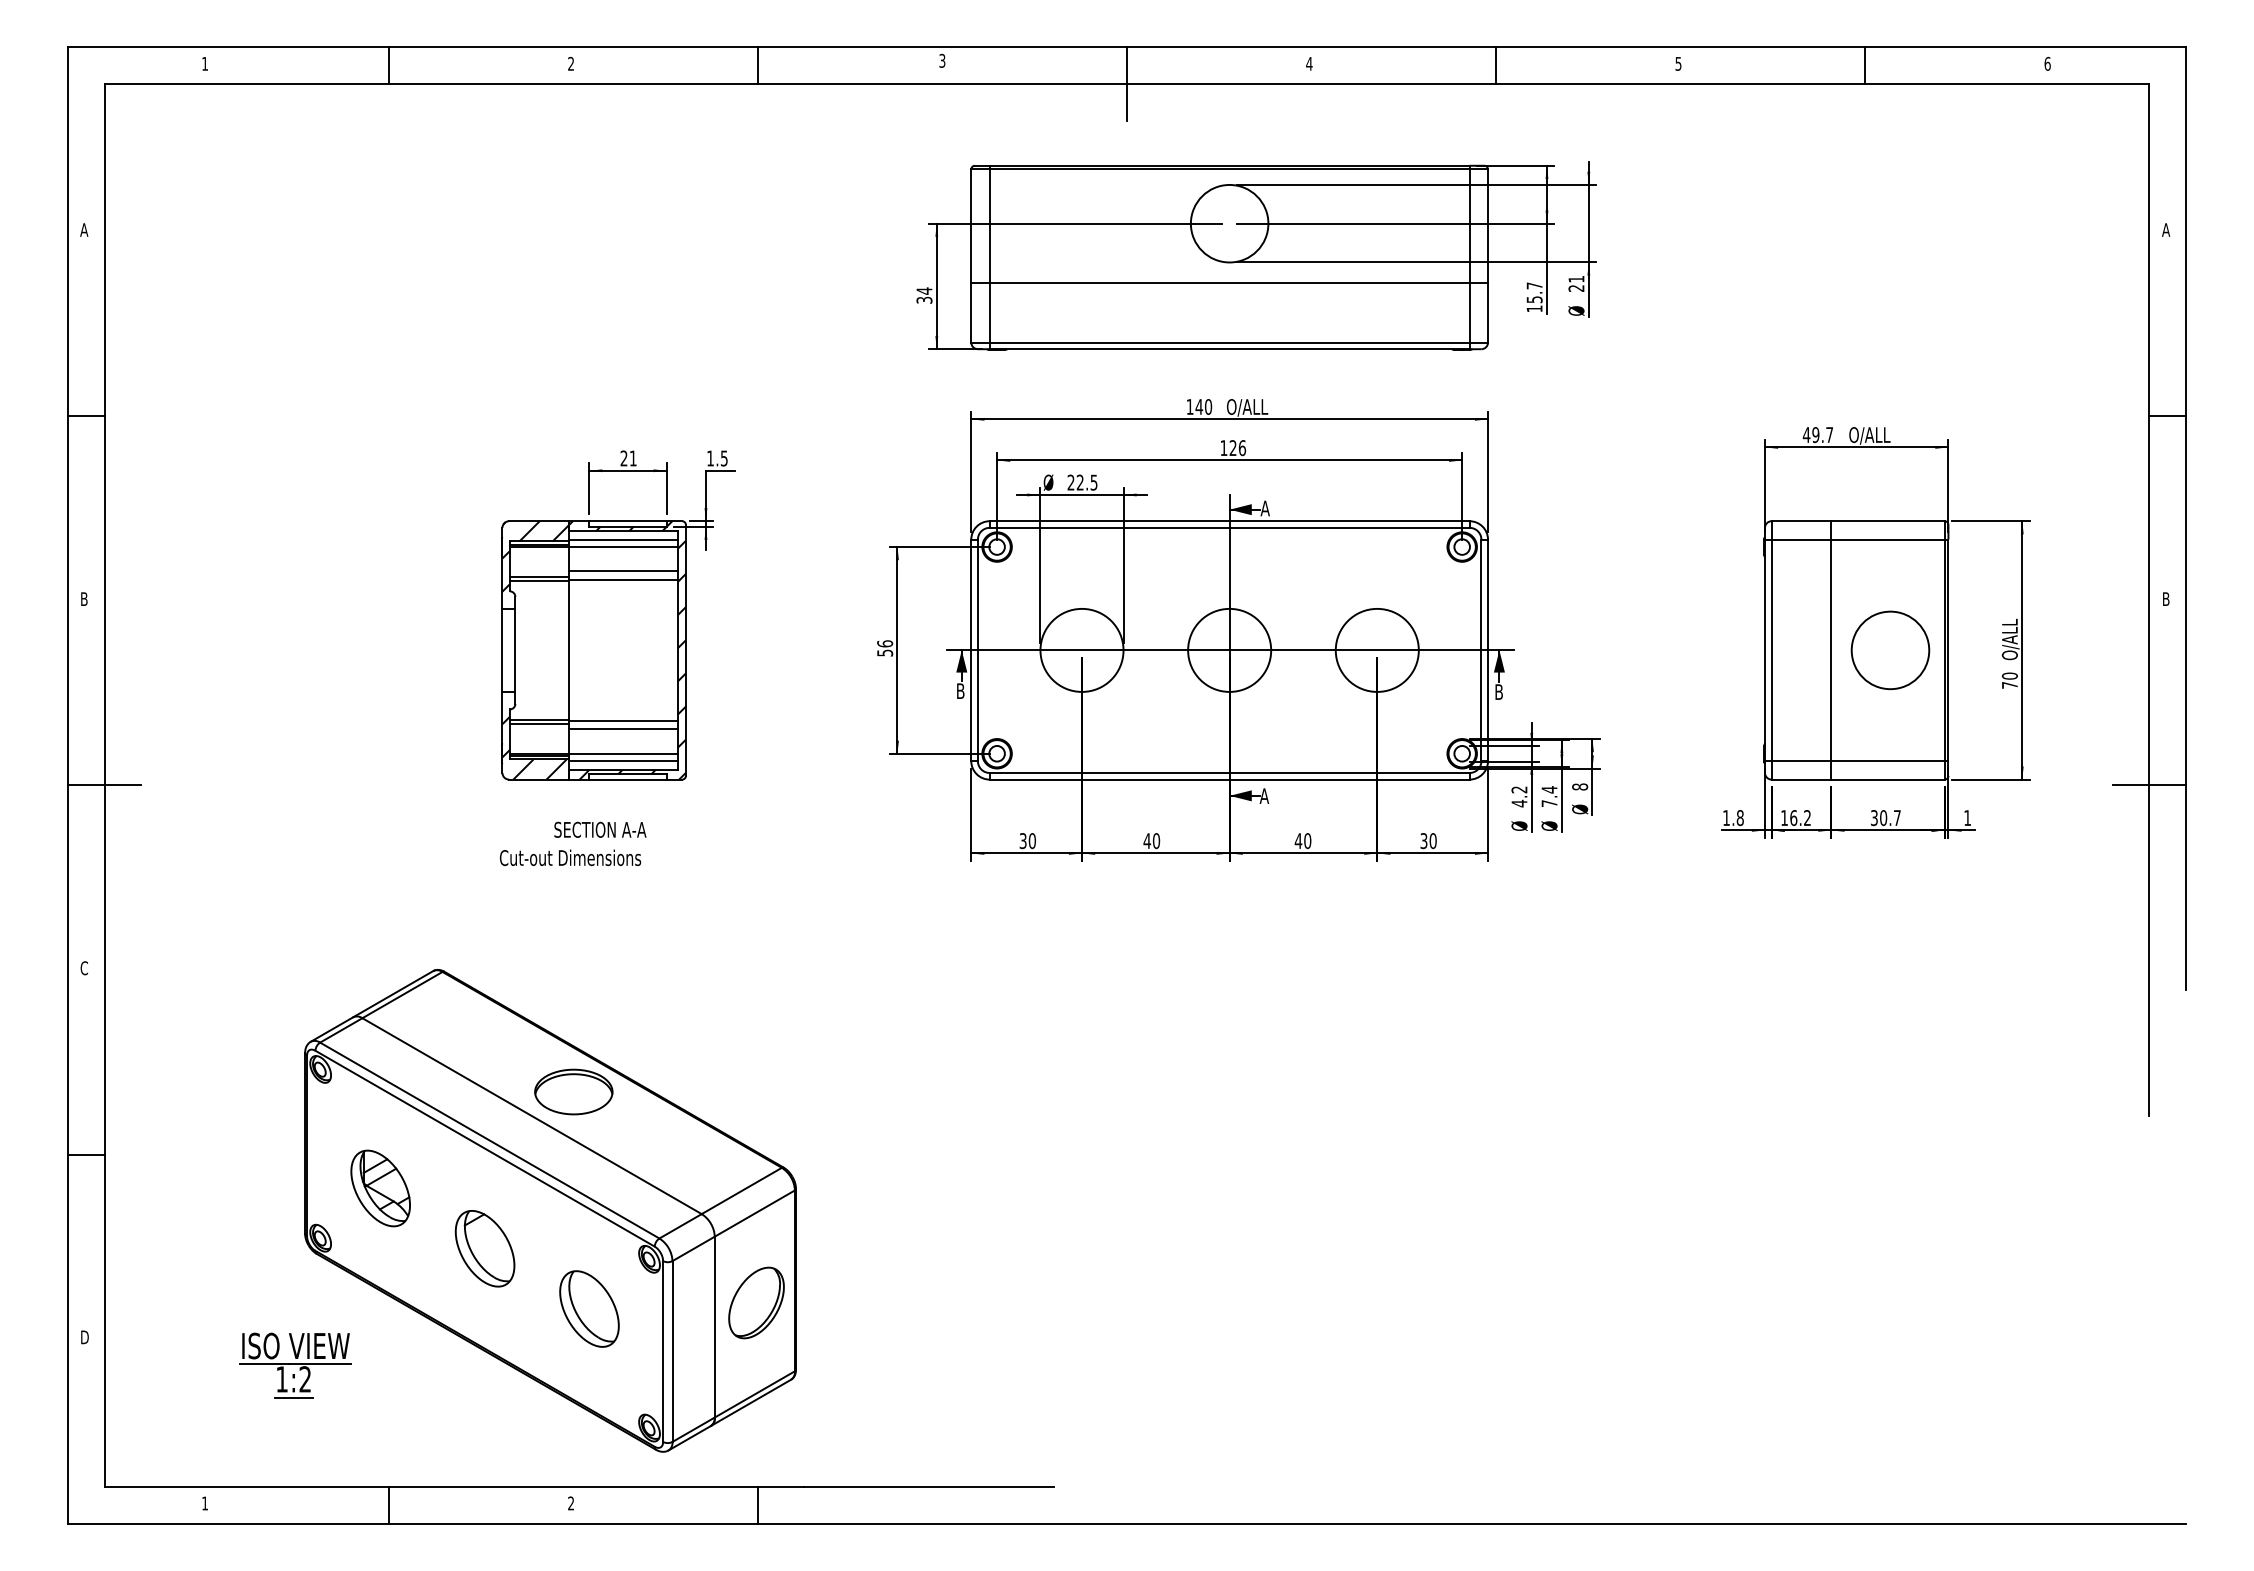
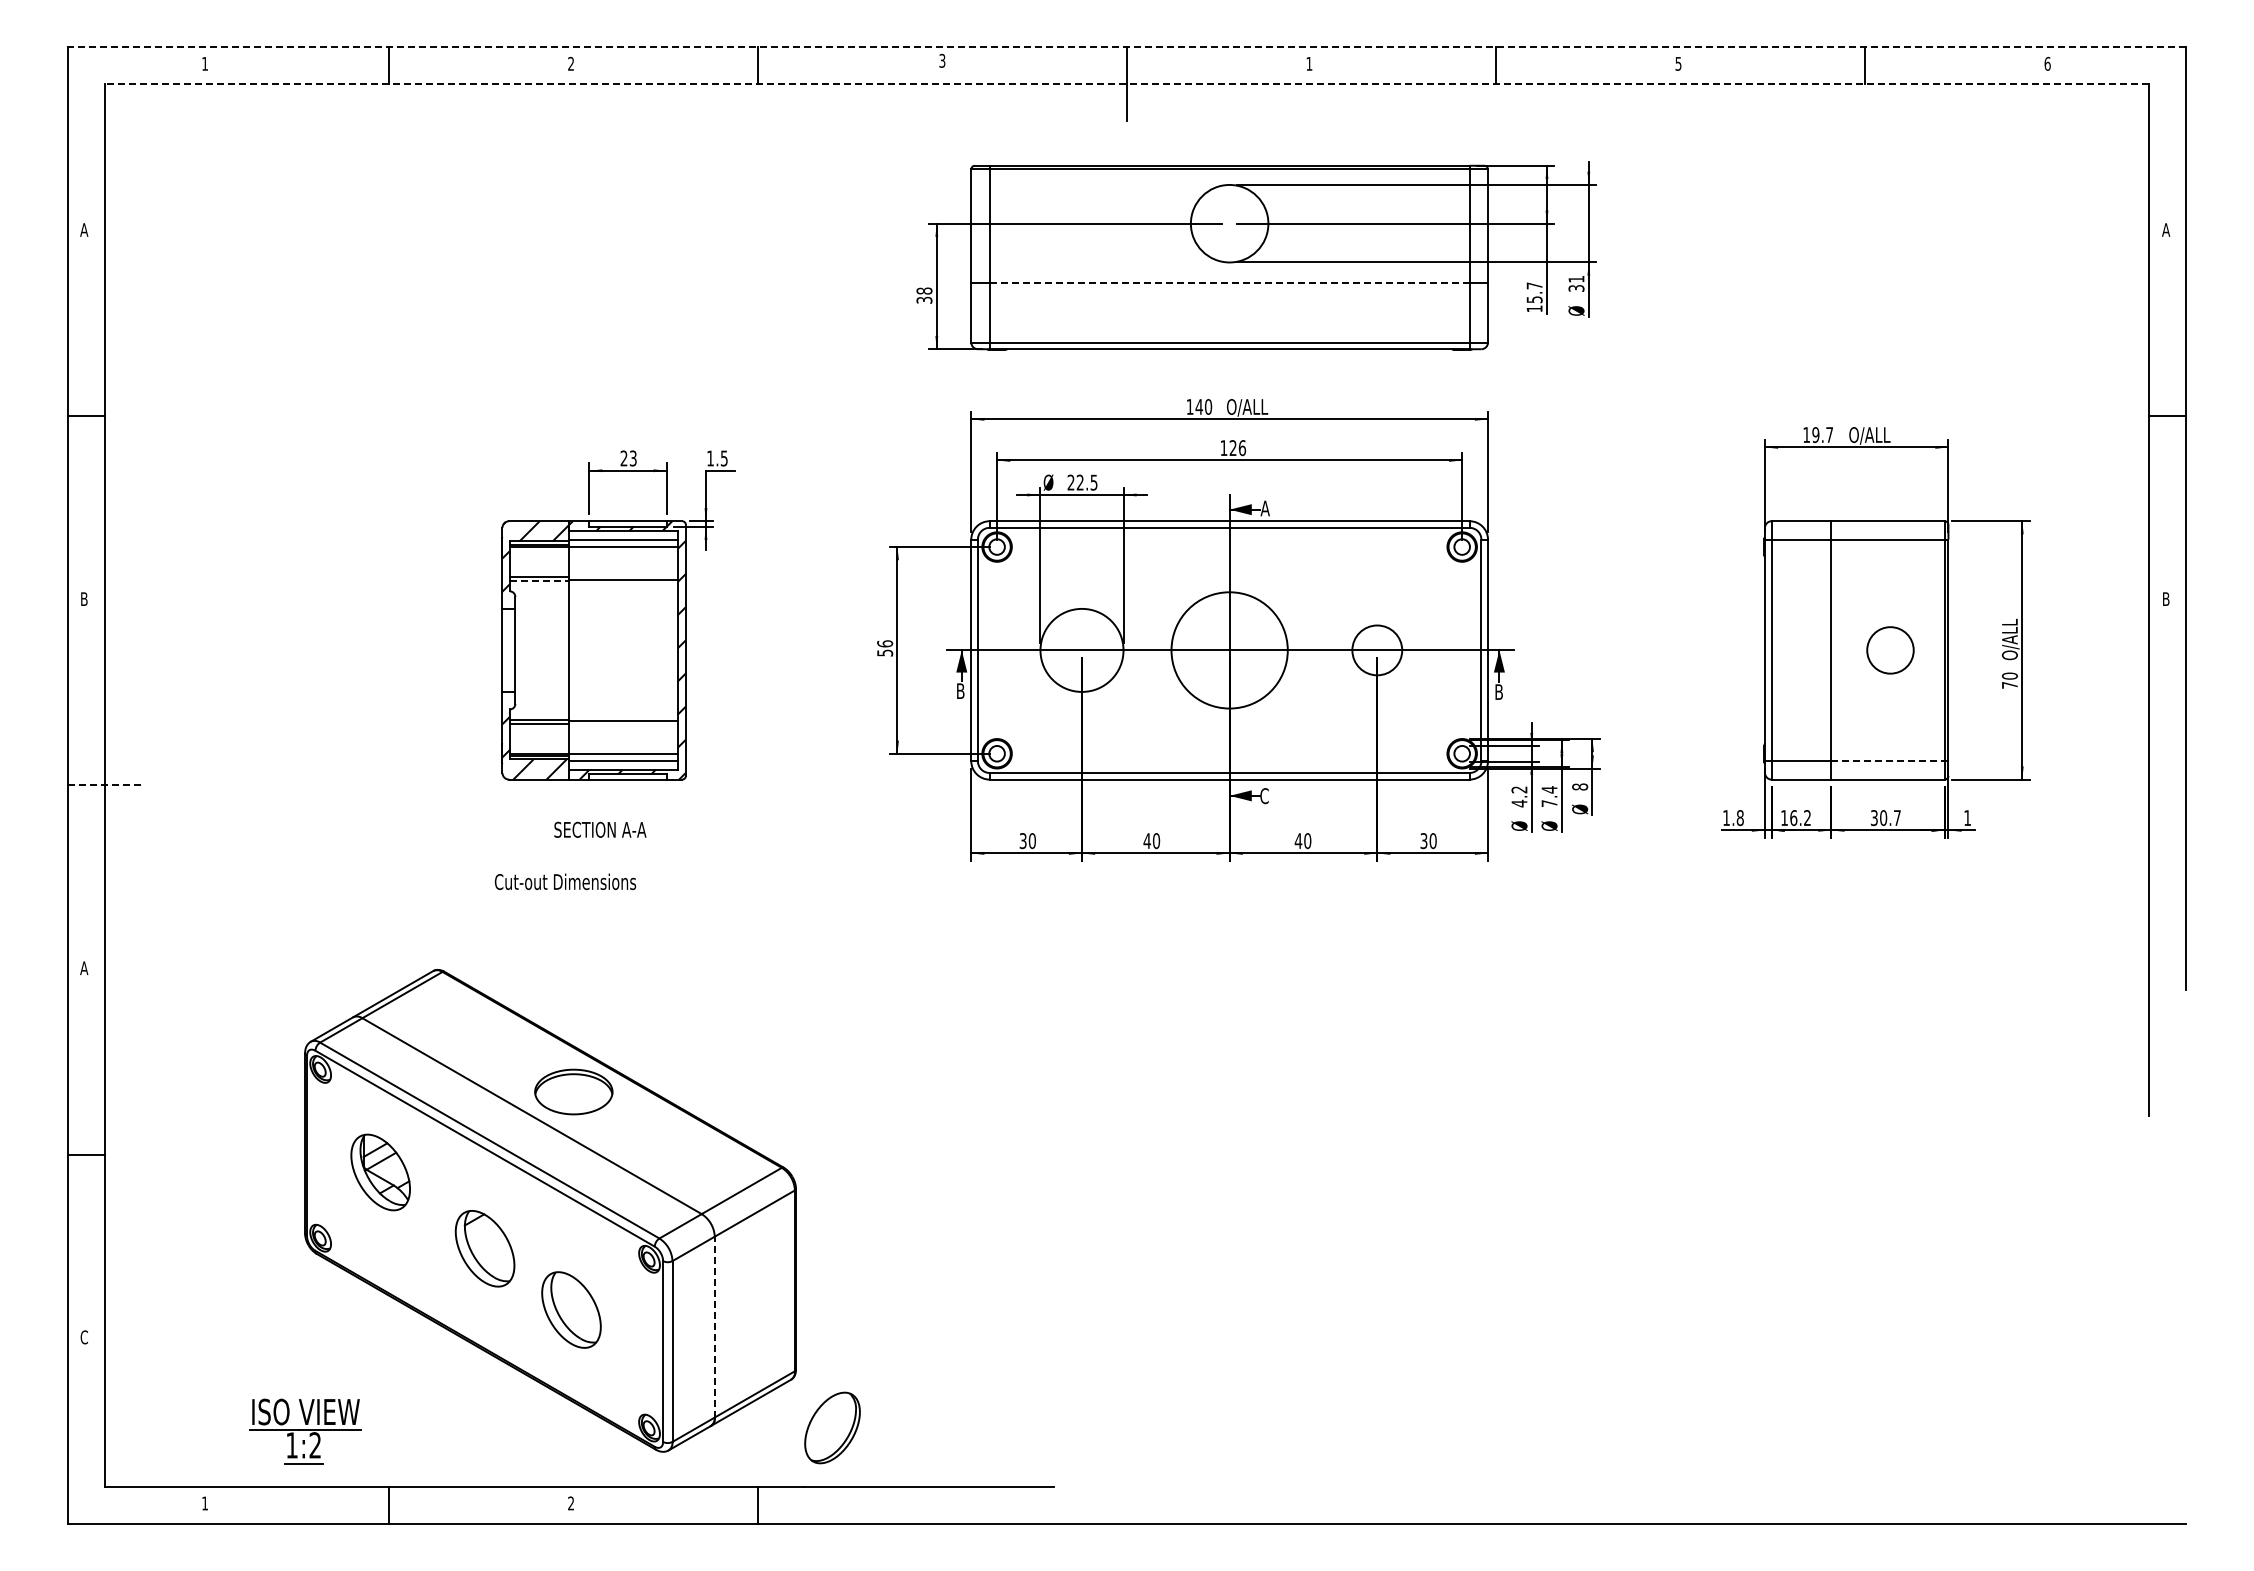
line at (1126, 47): solid -> dashed
text at (1309, 63): 4 -> 1
line at (1126, 84): solid -> dashed
line at (1229, 282): solid -> dashed
text at (1576, 288): 21 -> 31
text at (924, 290): 34 -> 38
text at (1806, 434): 49.7 -> 19.7
text at (632, 458): 21 -> 23
line at (622, 571): present -> none
line at (539, 581): solid -> dashed
circle at (1229, 649) diameter: 83 px -> 116 px
circle at (1376, 649) diameter: 83 px -> 50 px
circle at (1890, 650) diameter: 78 px -> 47 px
line at (622, 729): present -> none
line at (1888, 761): solid -> dashed
line at (104, 785): solid -> dashed
line at (2149, 785): present -> none
text at (1264, 796): A -> C
text at (570, 857) position: (570, 857) -> (565, 881)
text at (84, 968): C -> A
part at (380, 1188) position: (380, 1188) -> (380, 1172)
part at (756, 1302) position: (756, 1302) -> (832, 1427)
part at (589, 1308) position: (589, 1308) -> (571, 1309)
line at (714, 1326): solid -> dashed
text at (84, 1337): D -> C
part at (295, 1365) position: (295, 1365) -> (305, 1431)
